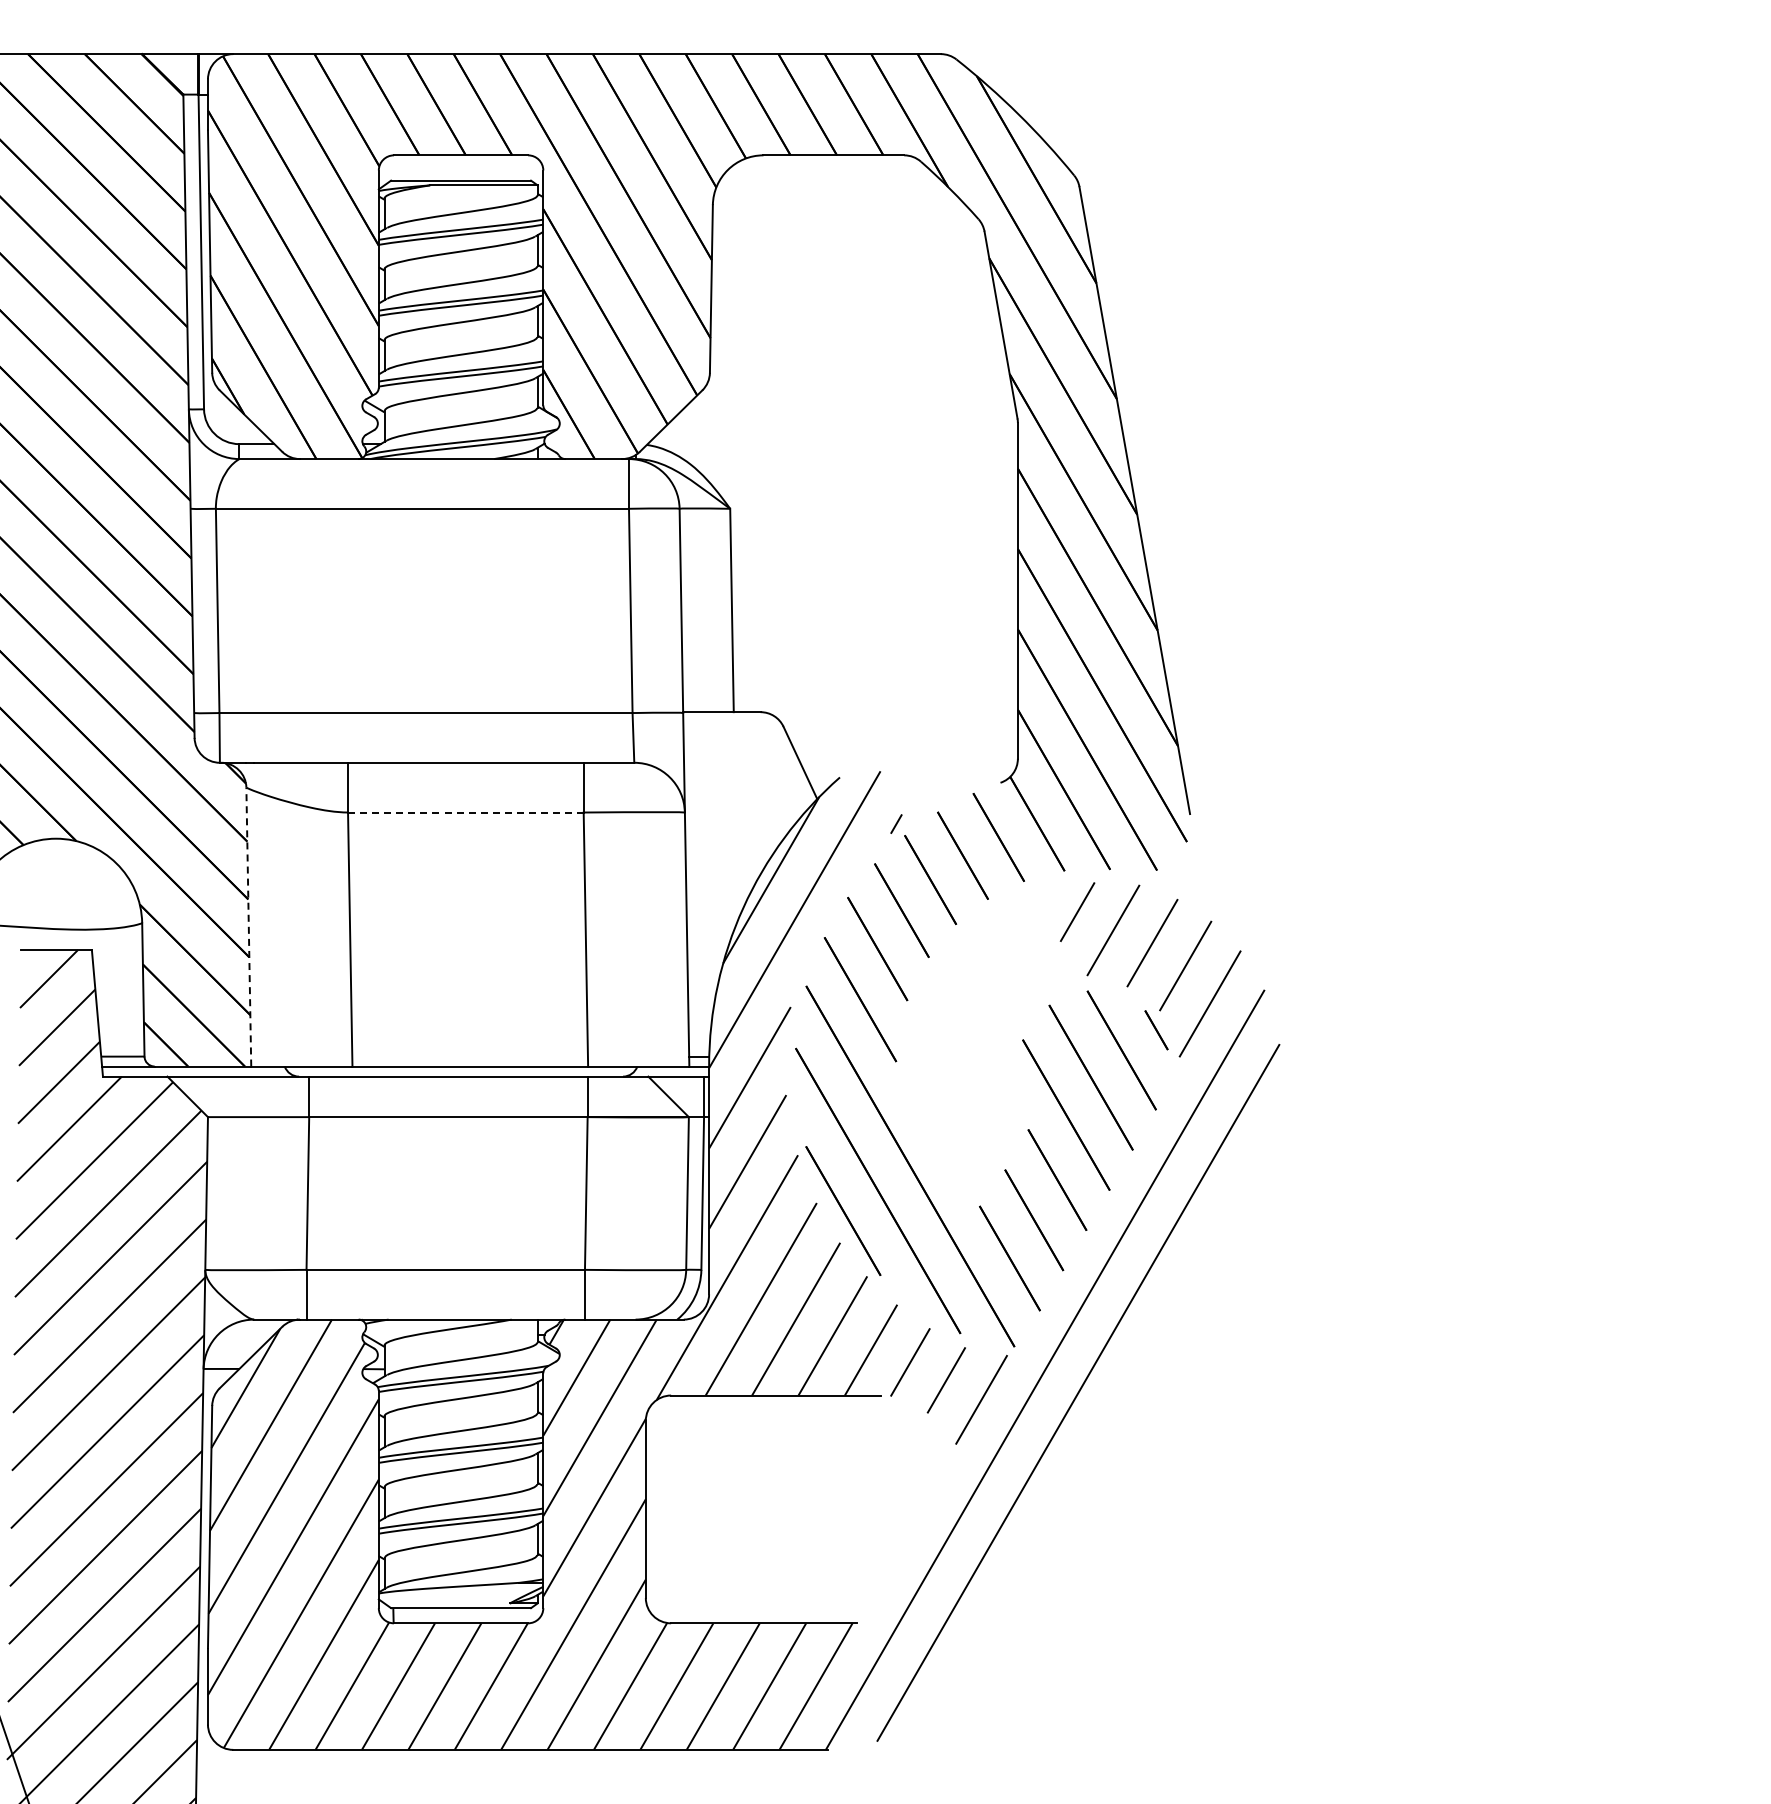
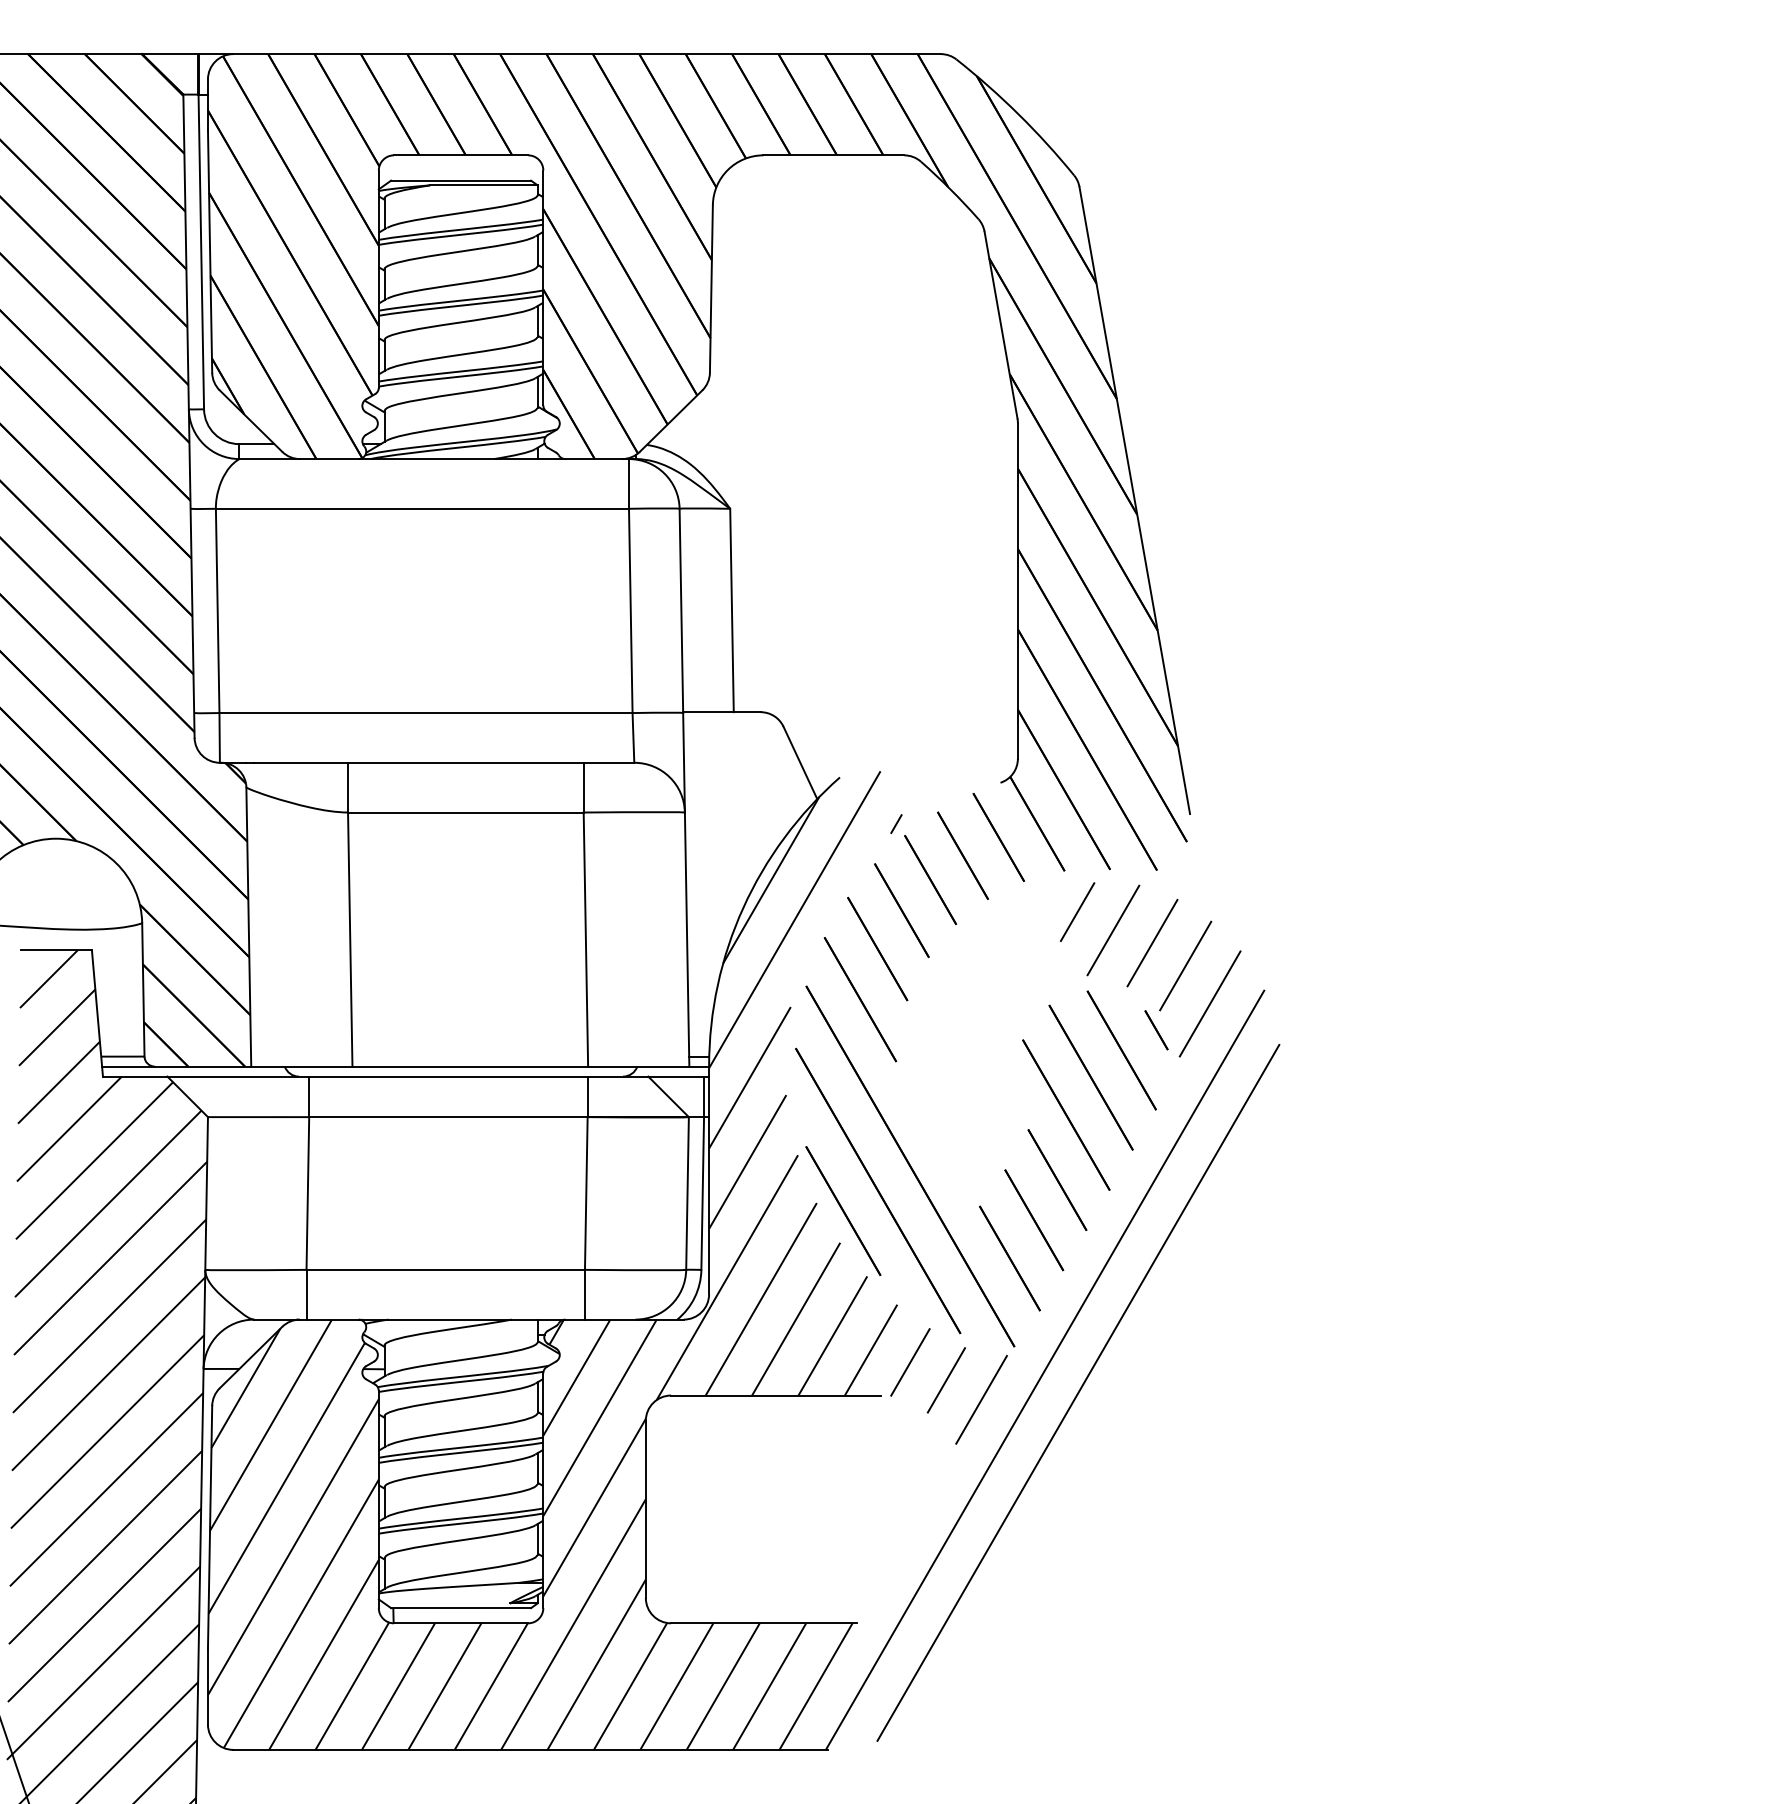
line at (465, 812): dashed -> solid
line at (248, 926): dashed -> solid
